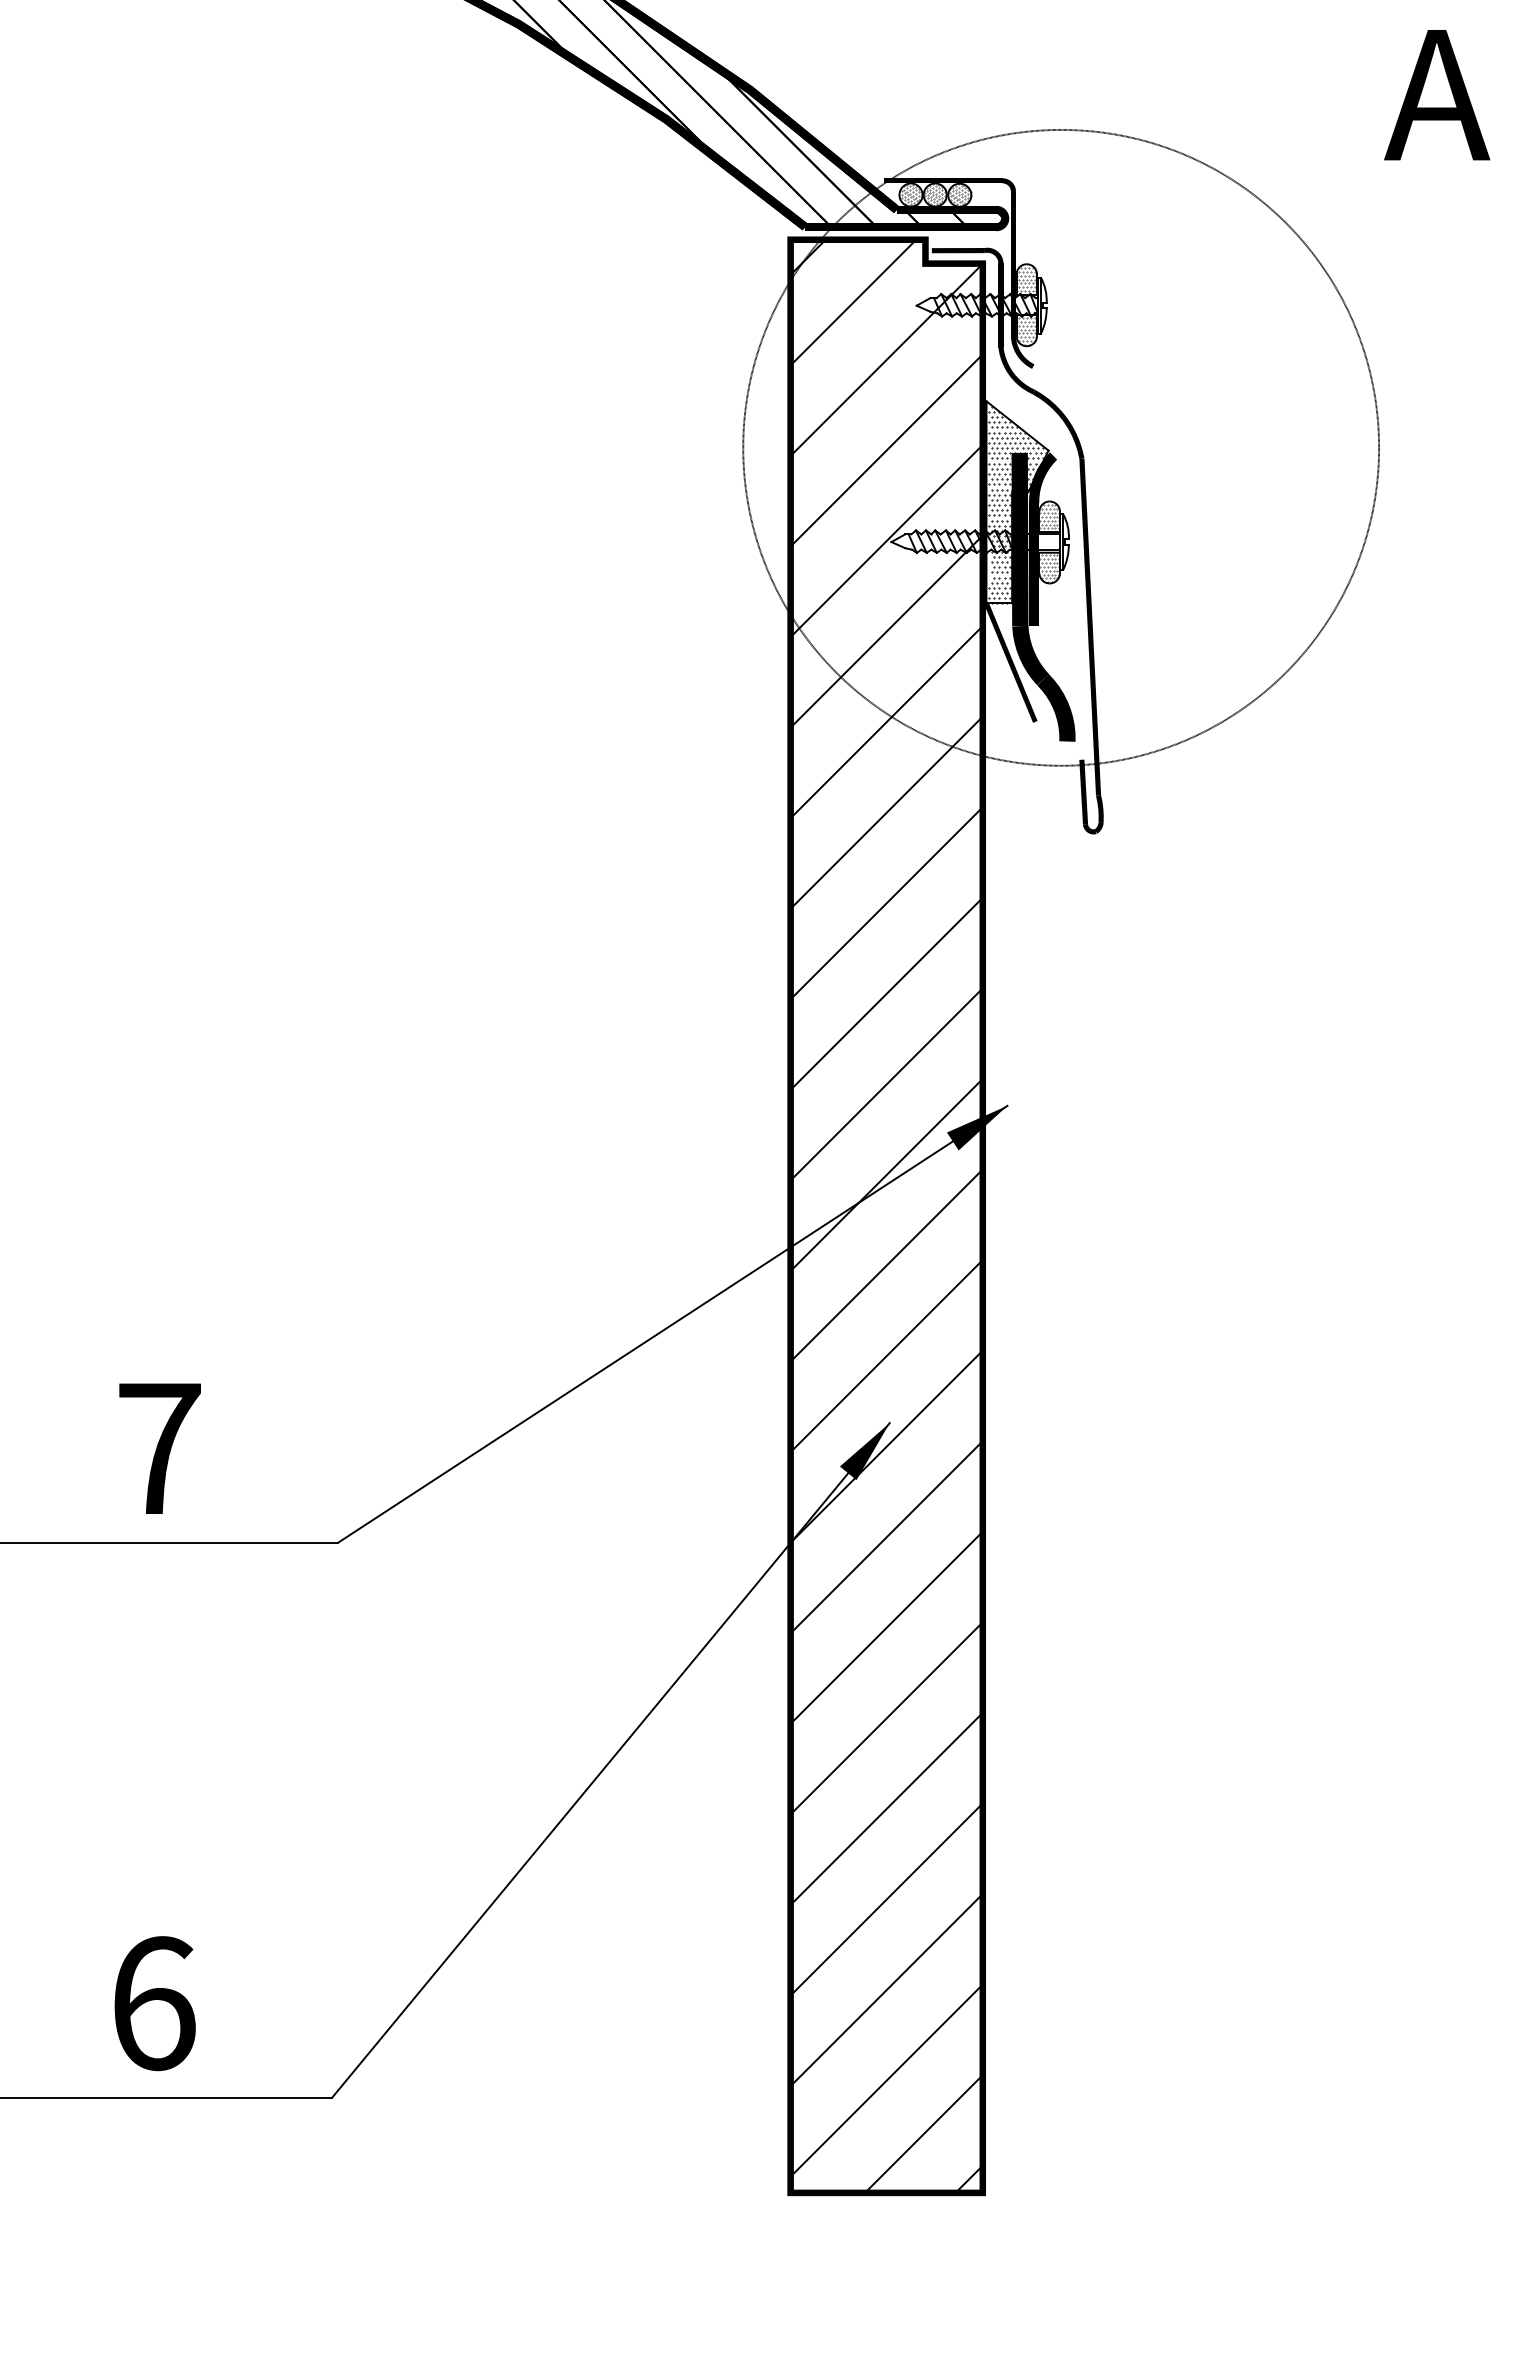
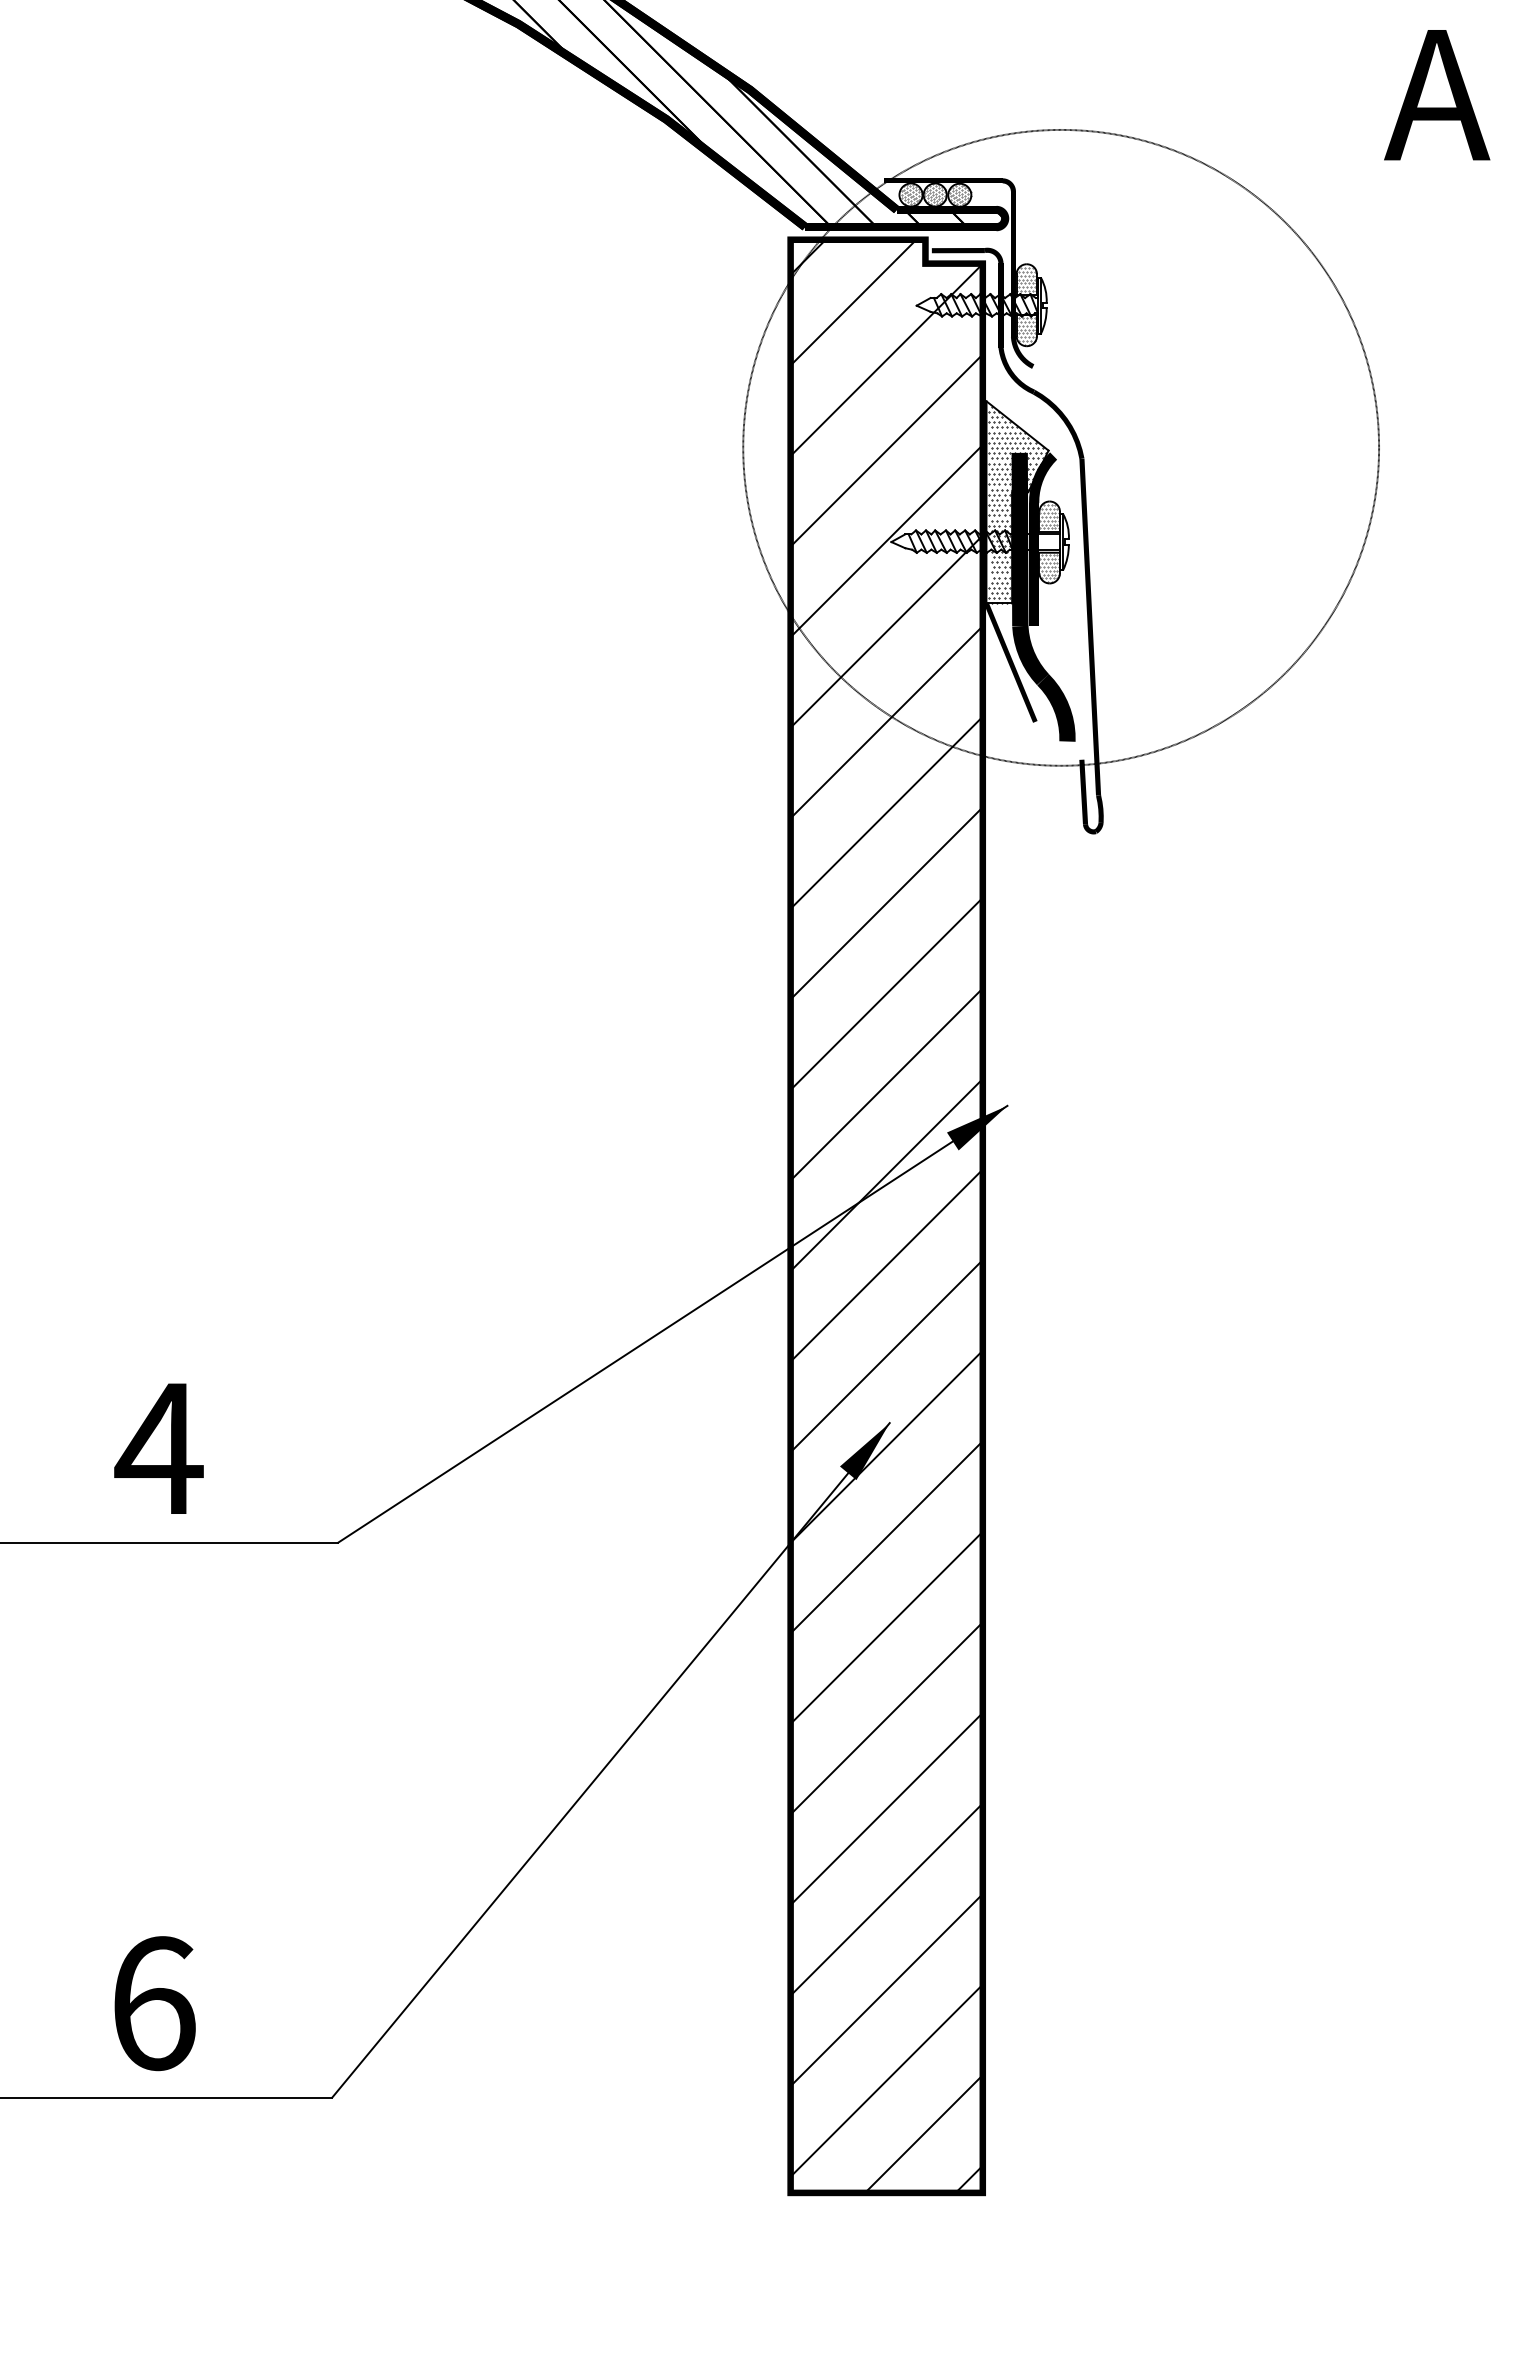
text at (158, 1448): 7 -> 4
